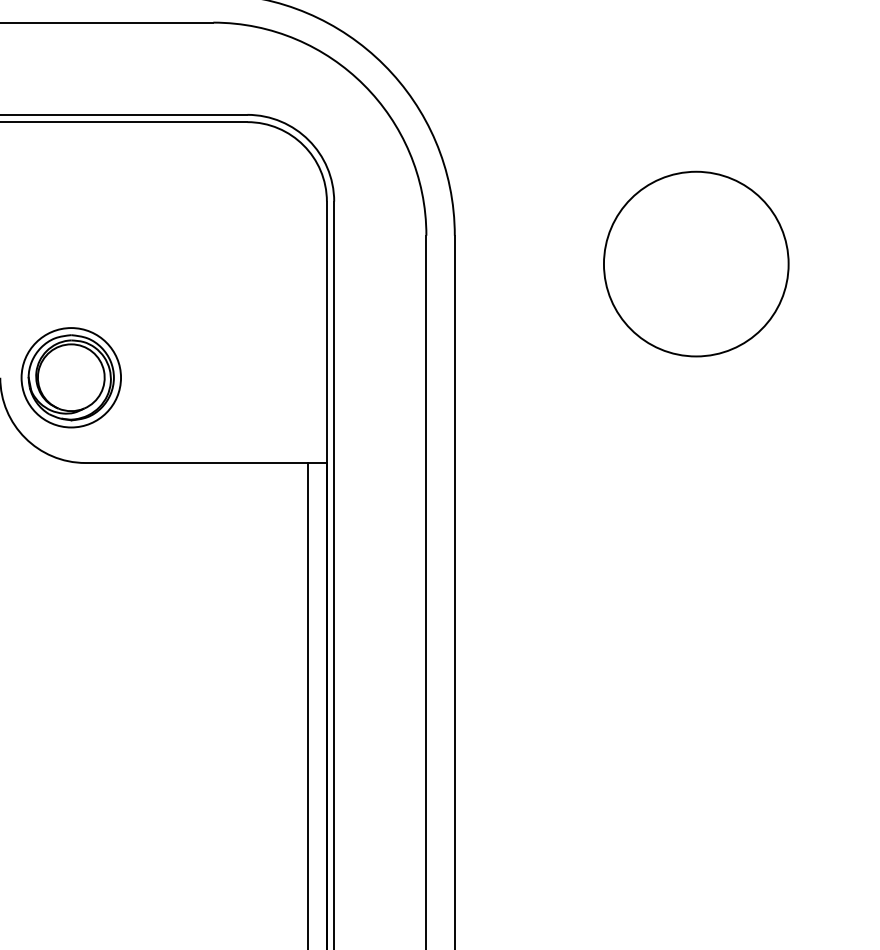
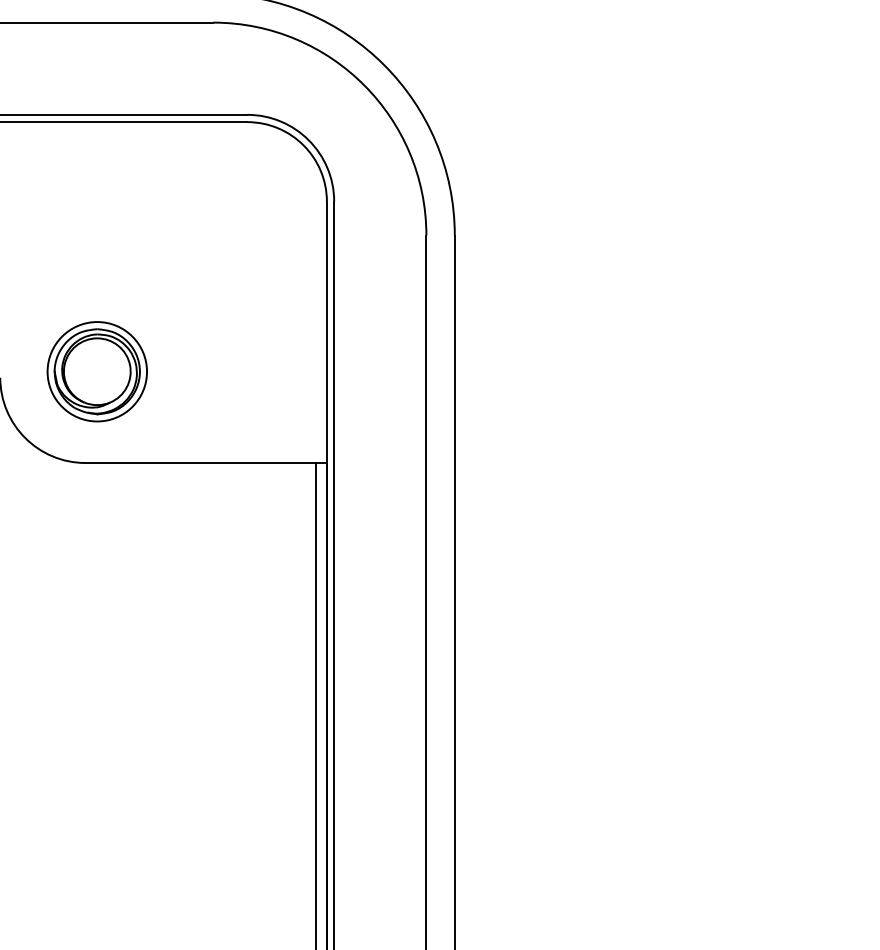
circle at (696, 263): present -> none
part at (70, 377) position: (70, 377) -> (96, 371)
line at (308, 704) position: (308, 704) -> (316, 704)
